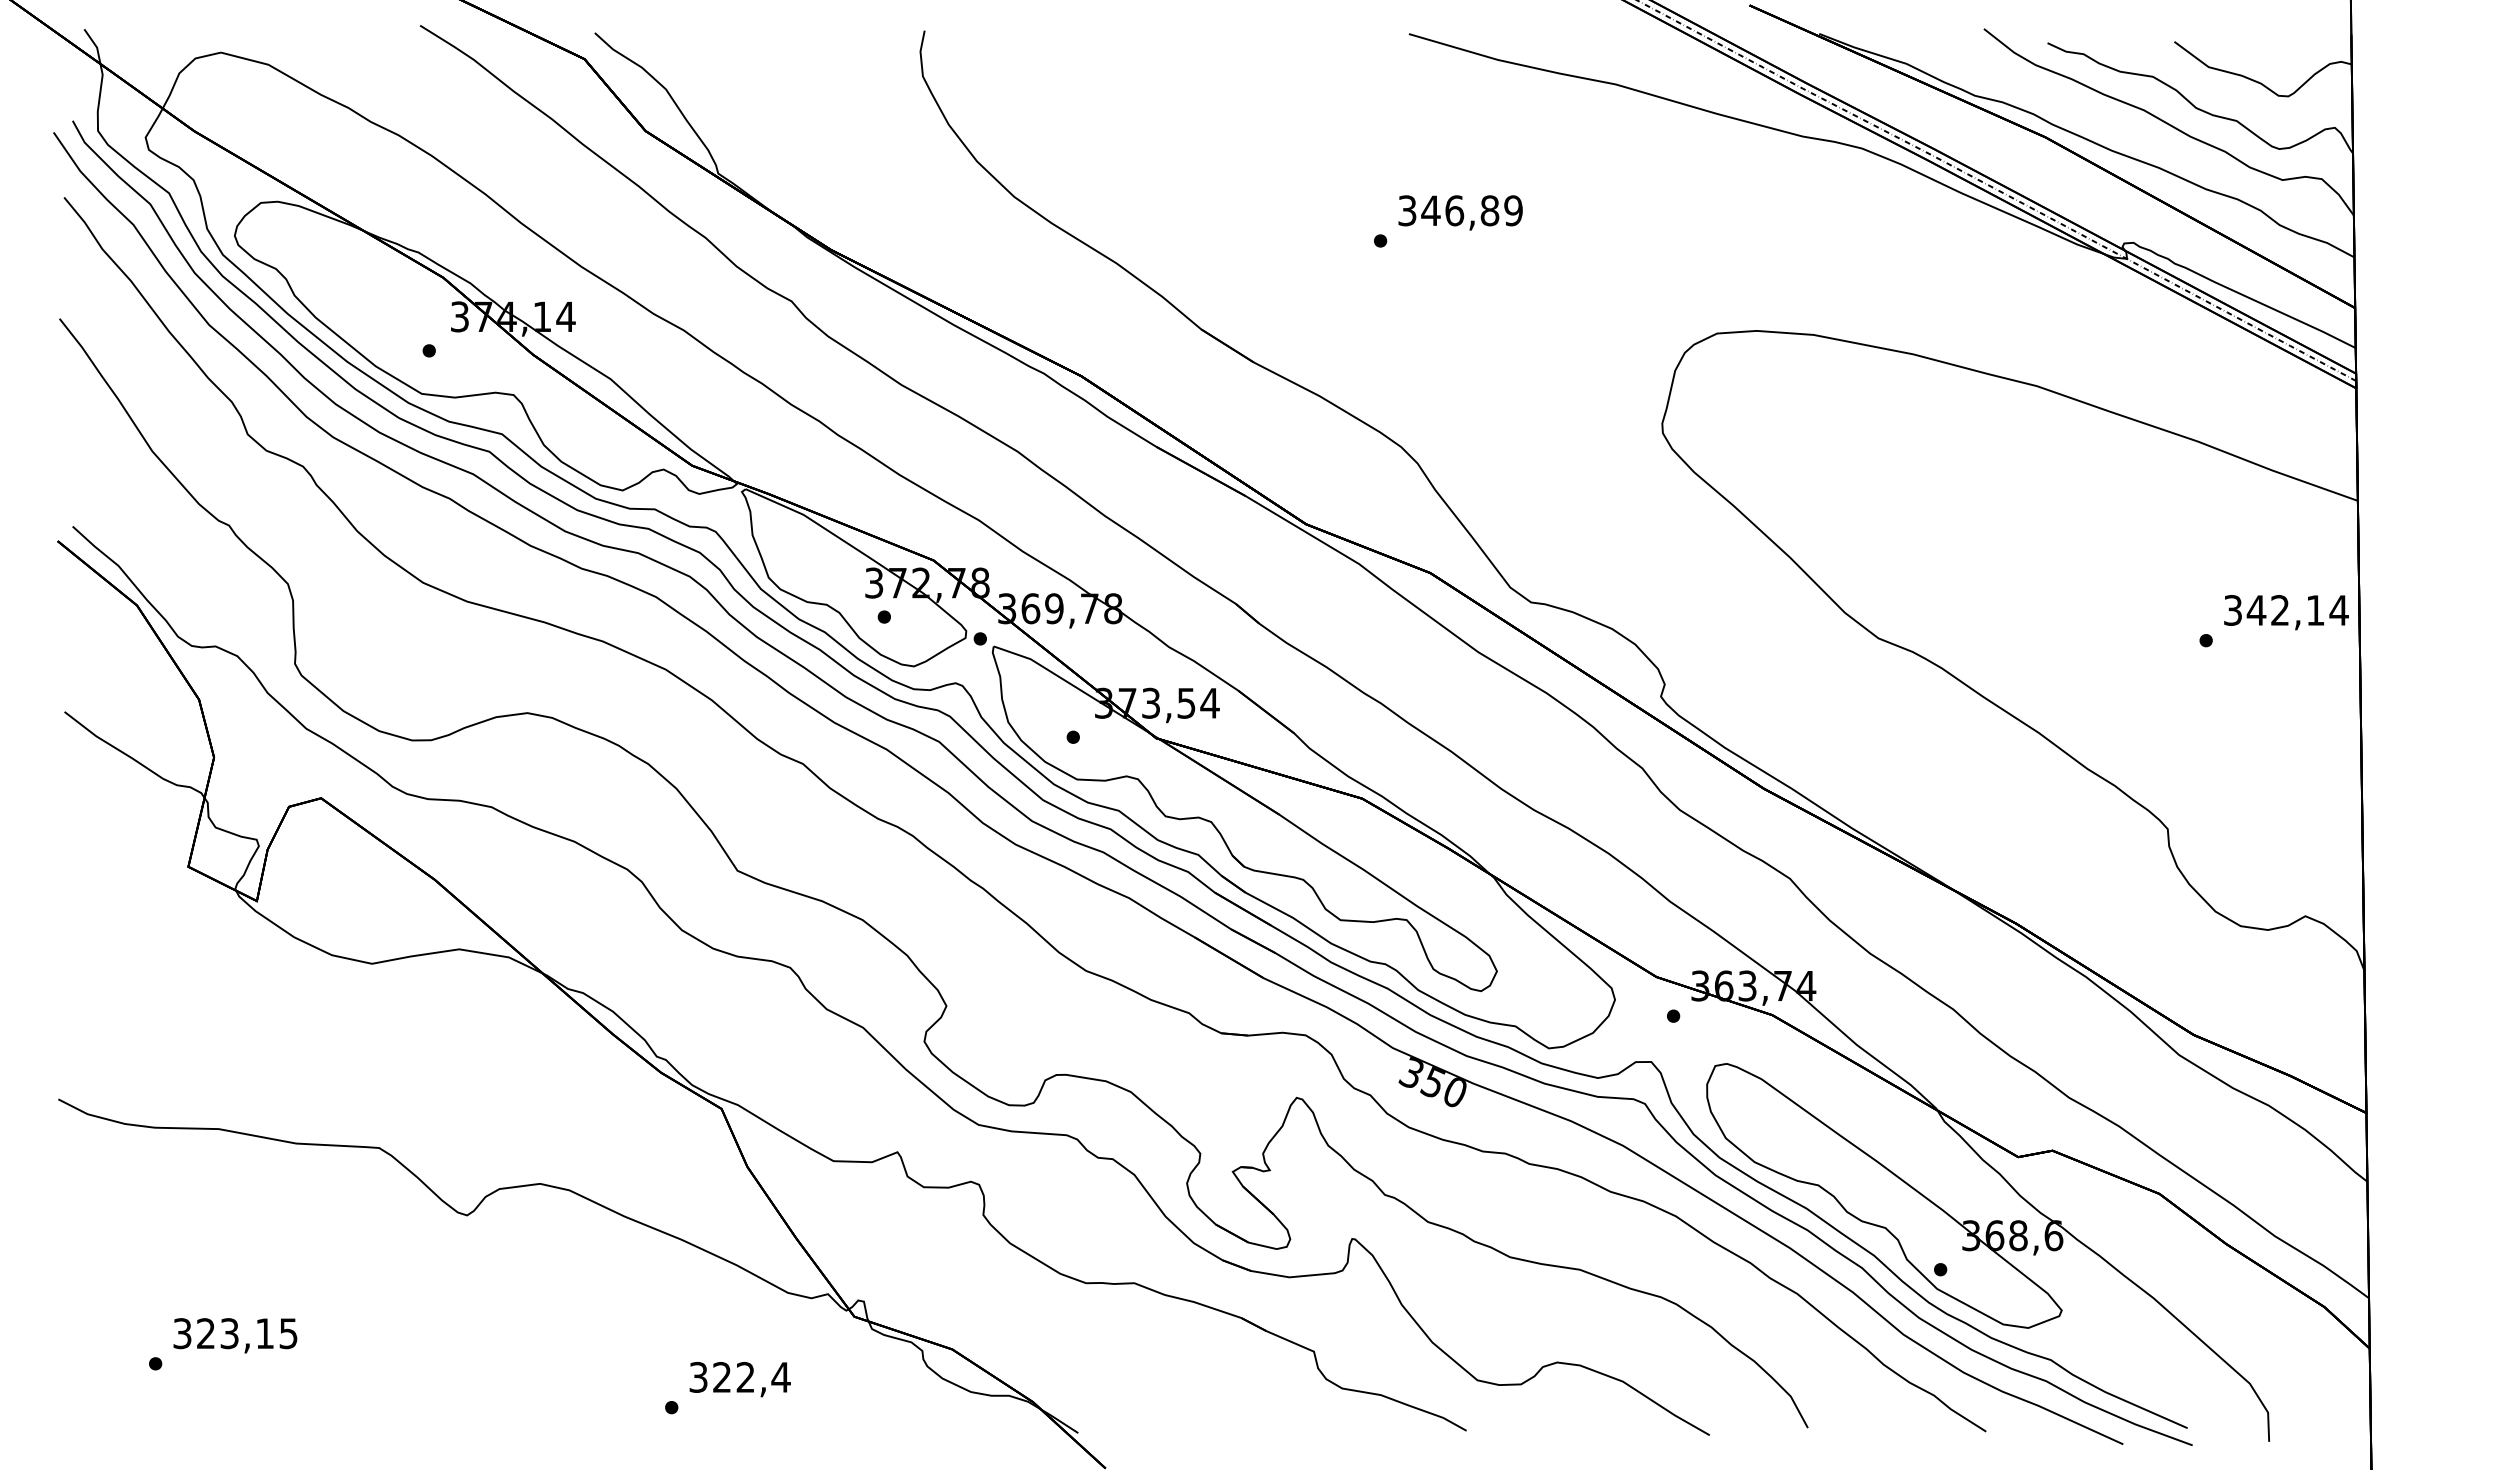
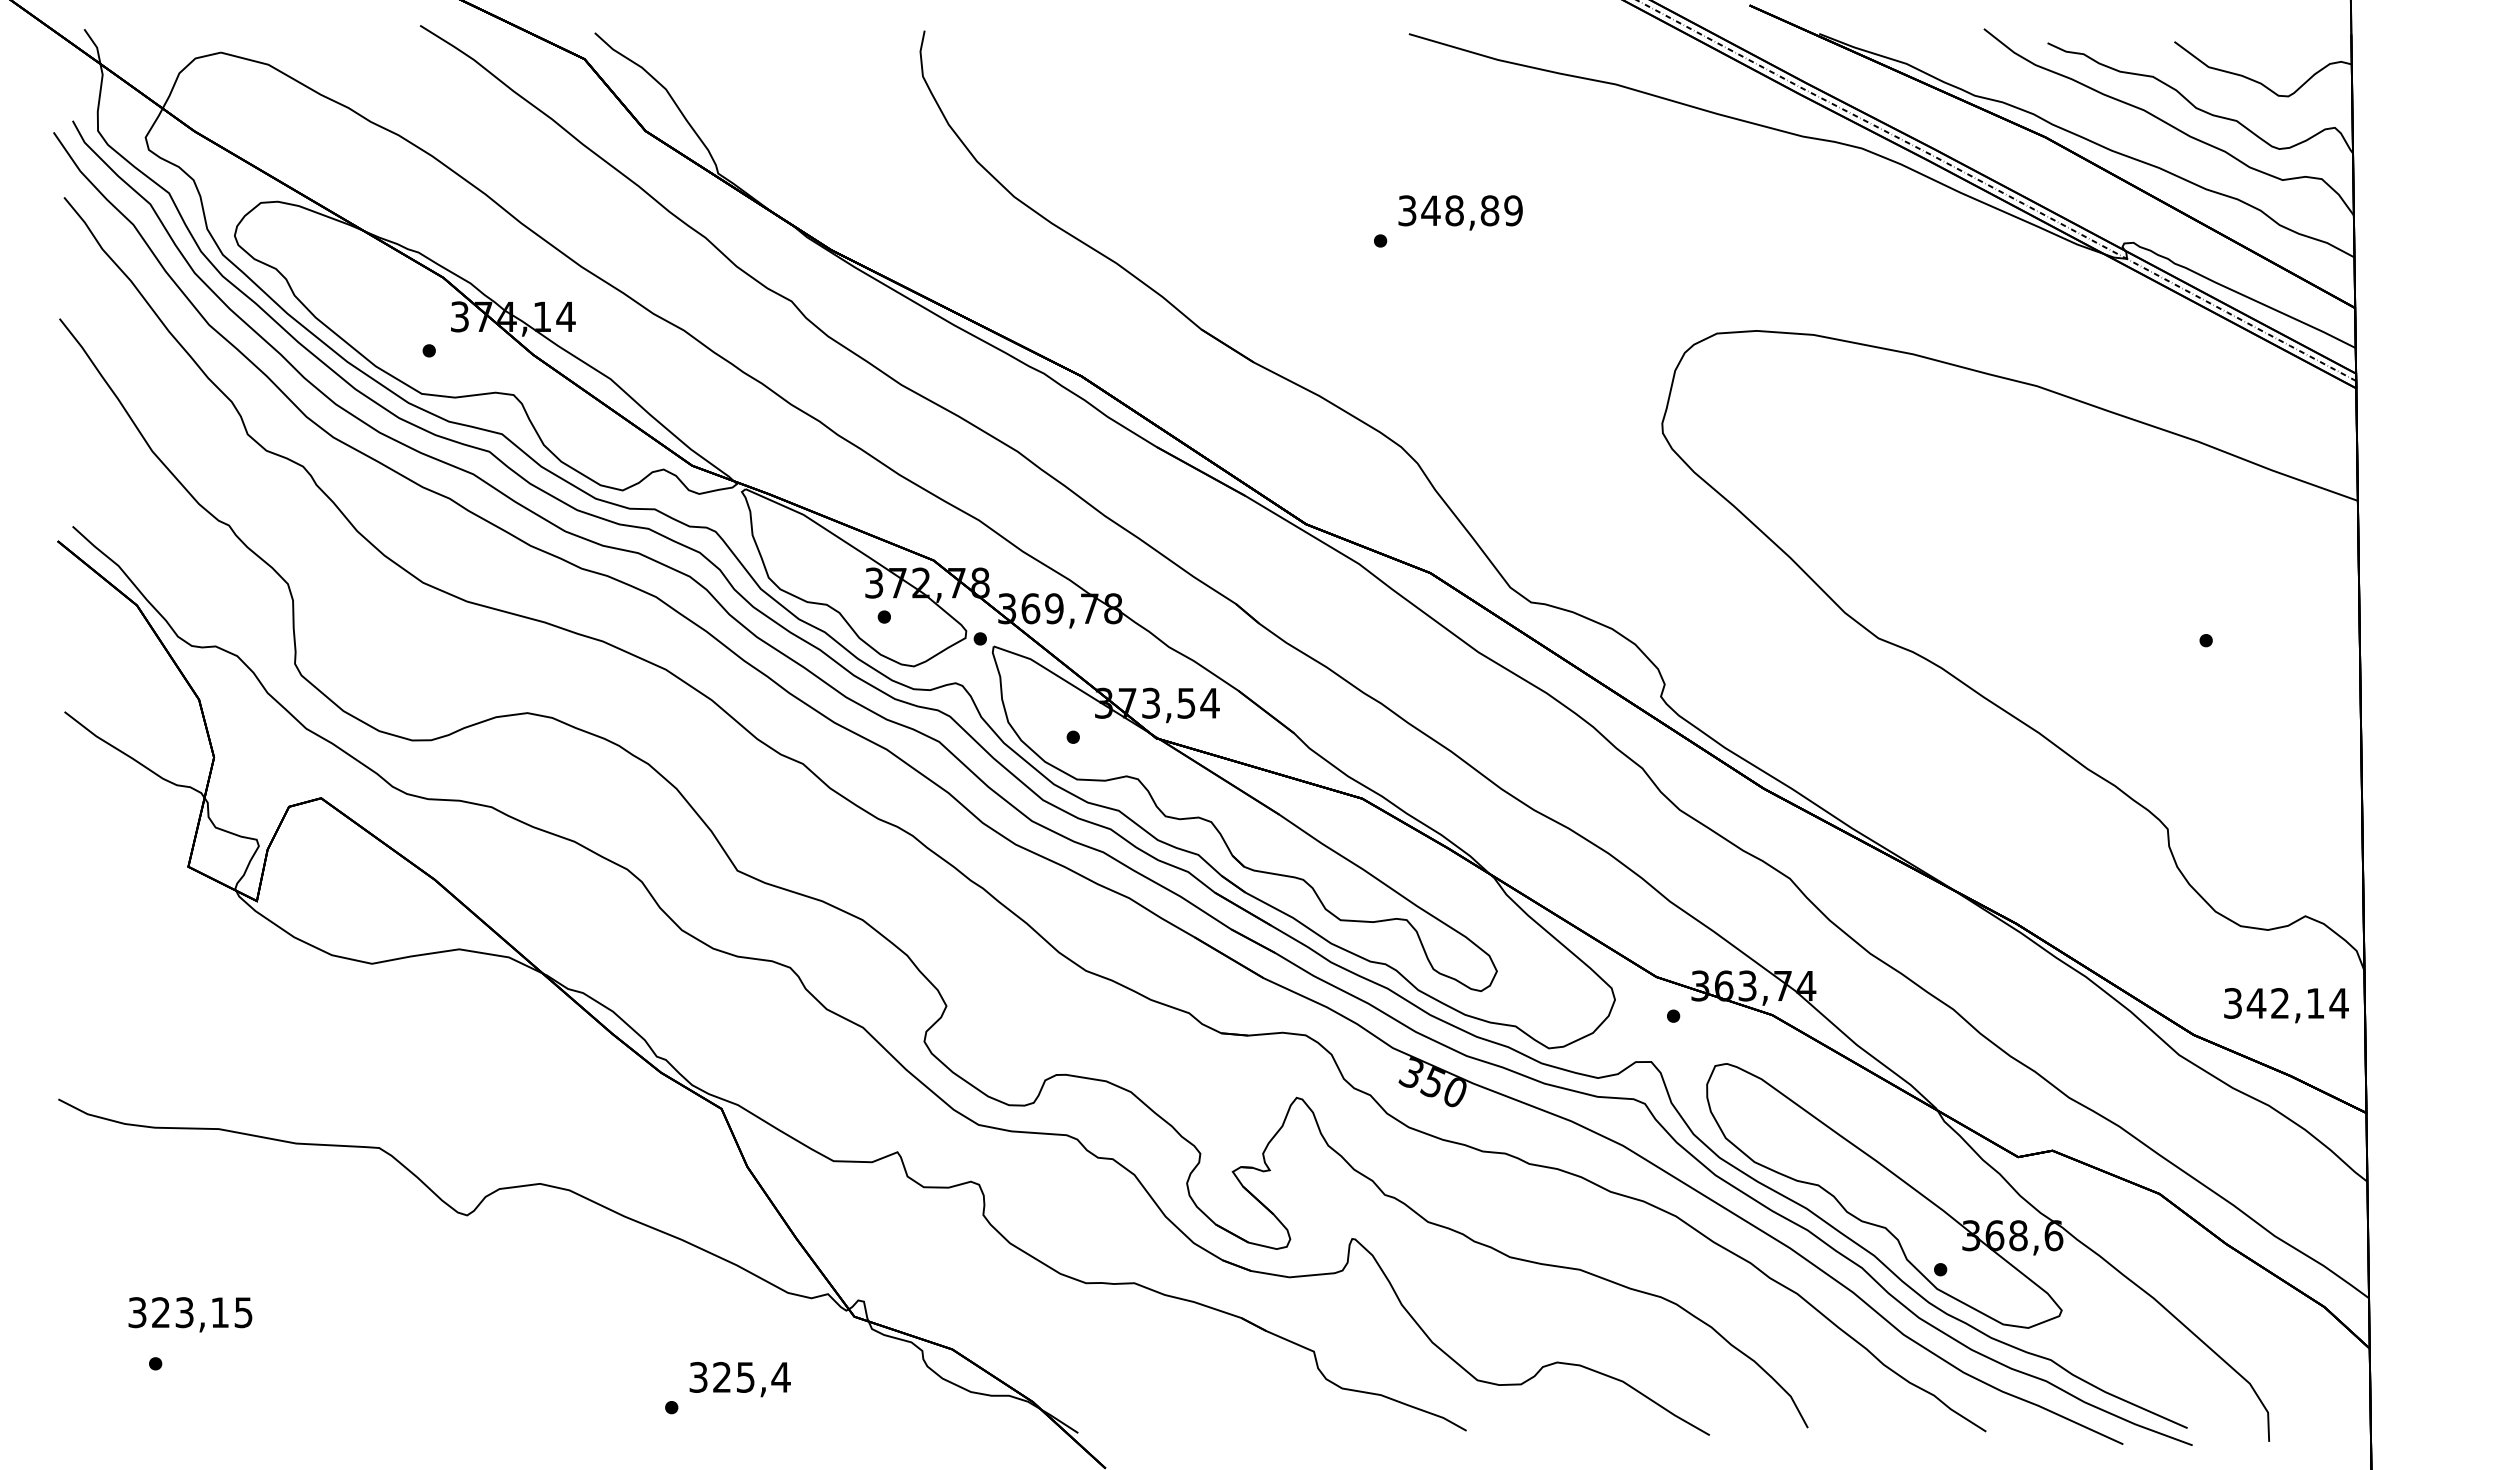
text at (1454, 210): 346,89 -> 348,89
text at (2286, 612) position: (2286, 612) -> (2286, 1005)
text at (235, 1335) position: (235, 1335) -> (190, 1314)
text at (745, 1376): 322,4 -> 325,4
